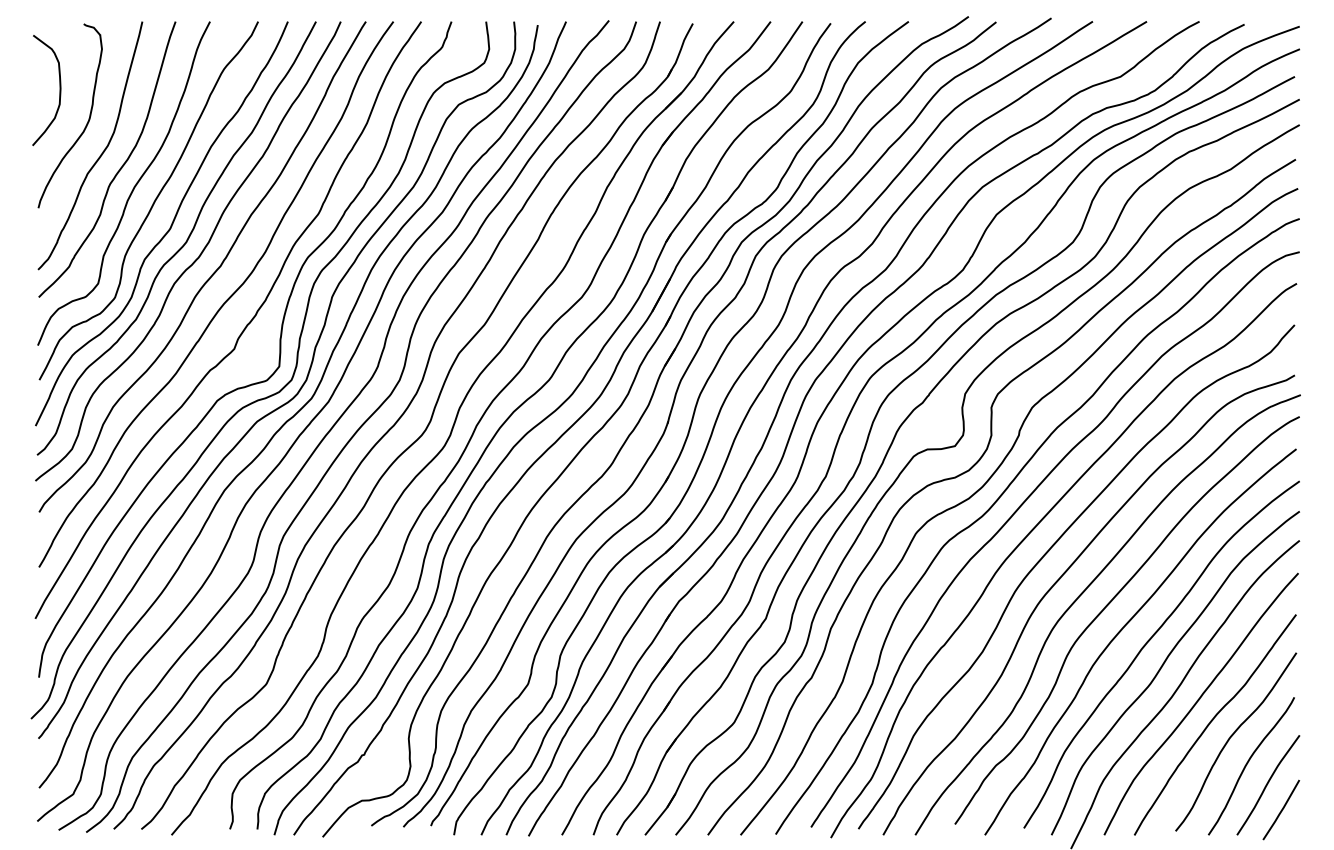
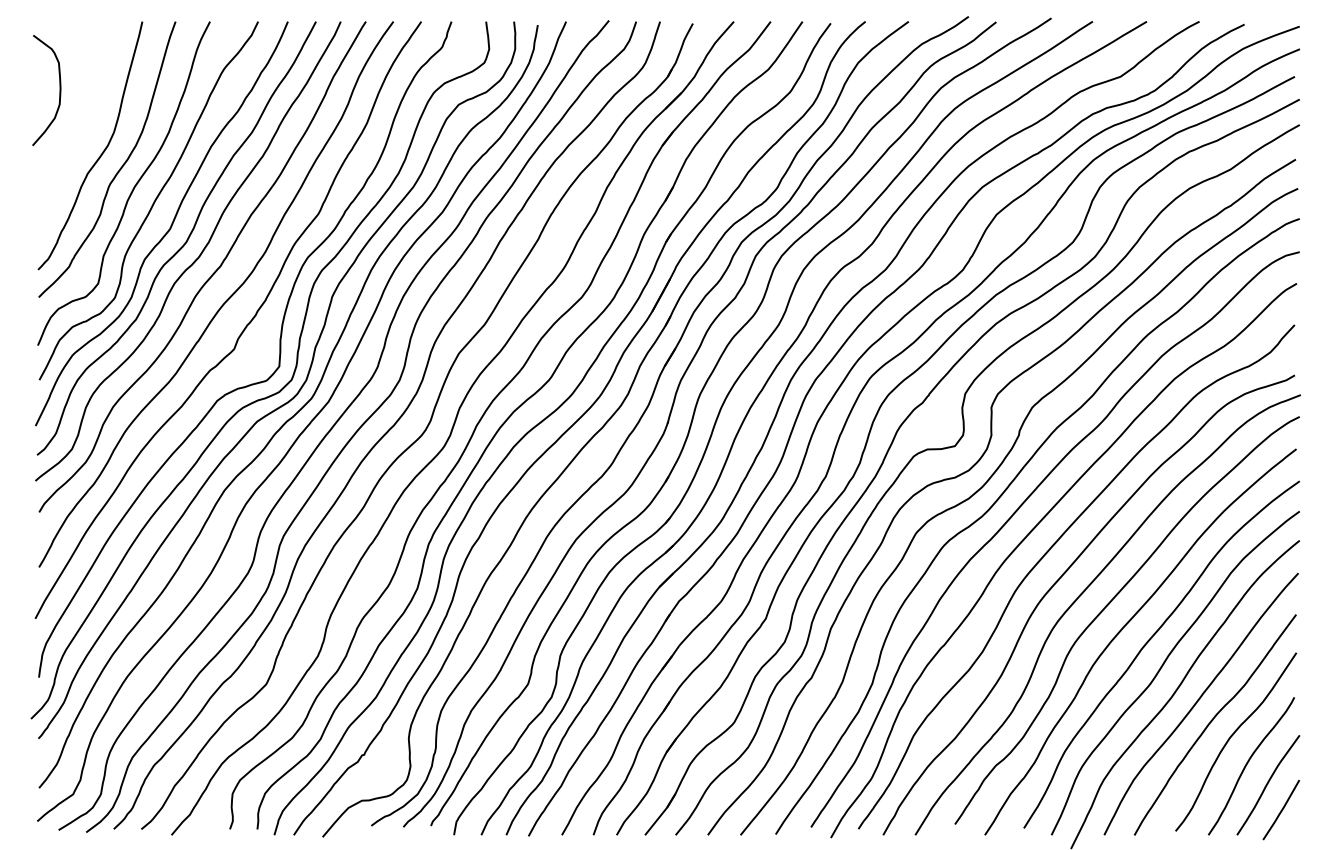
curve at (86, 123): present -> none
